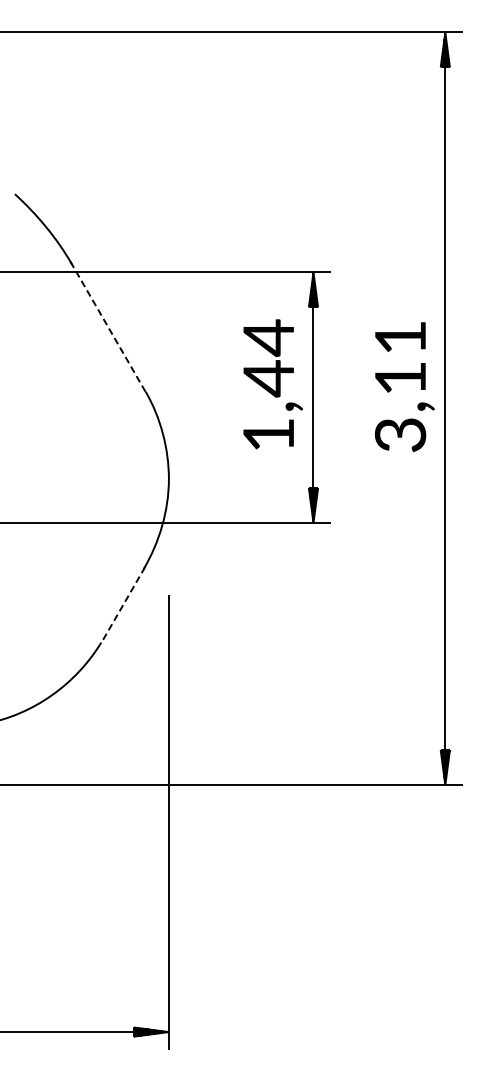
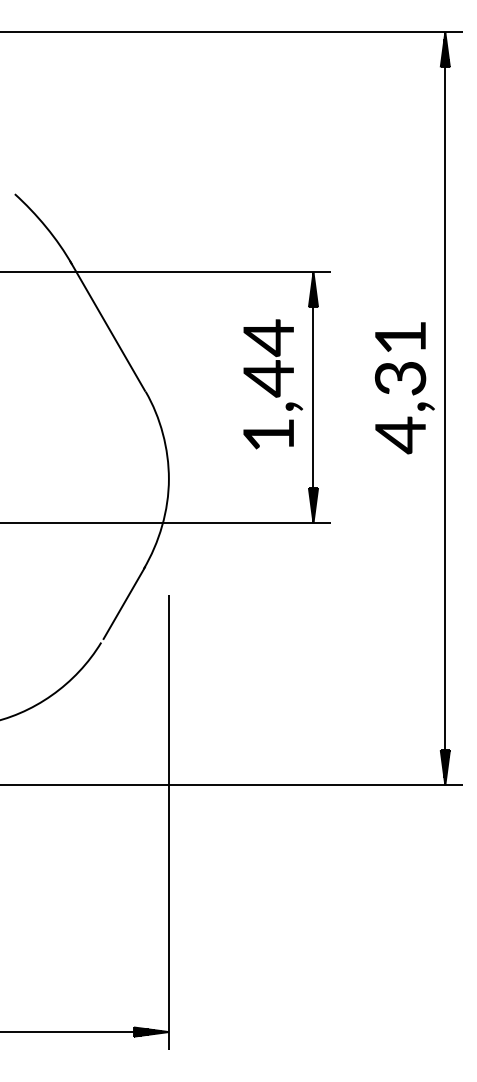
line at (107, 326): dashed -> solid
text at (400, 408): 3,11 -> 4,31
line at (124, 602): dashed -> solid
